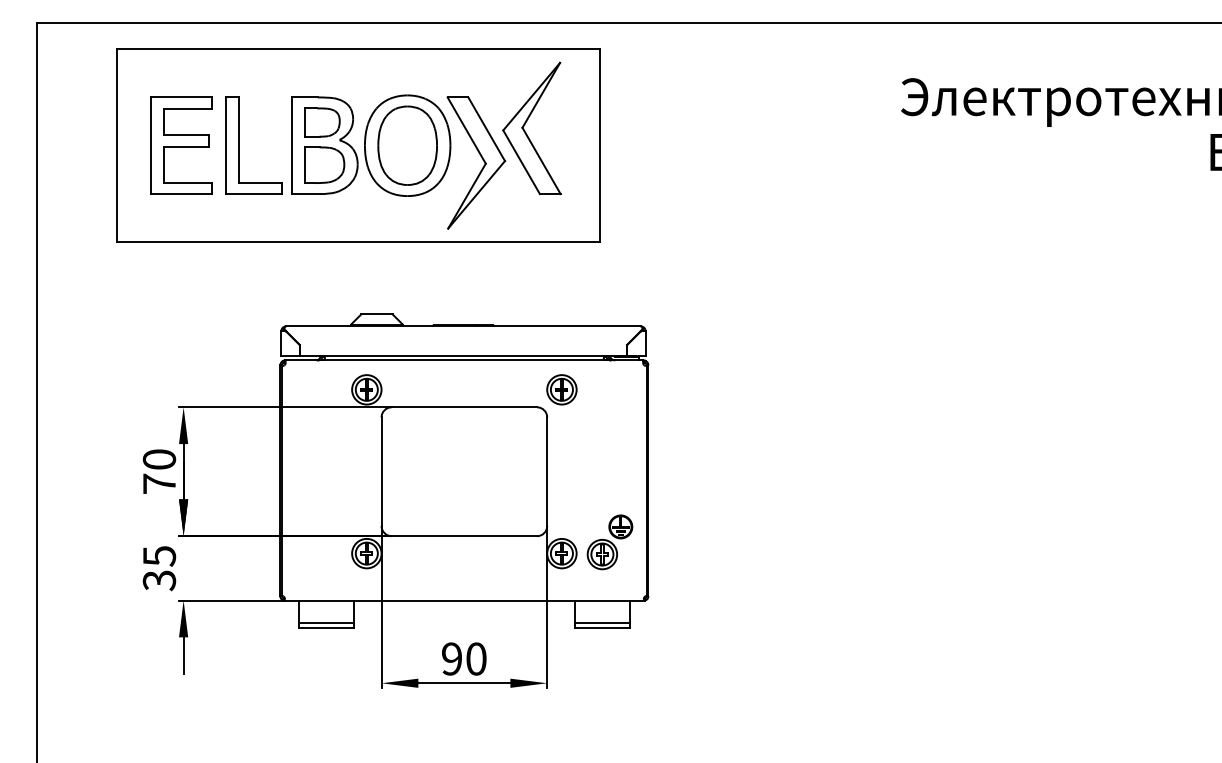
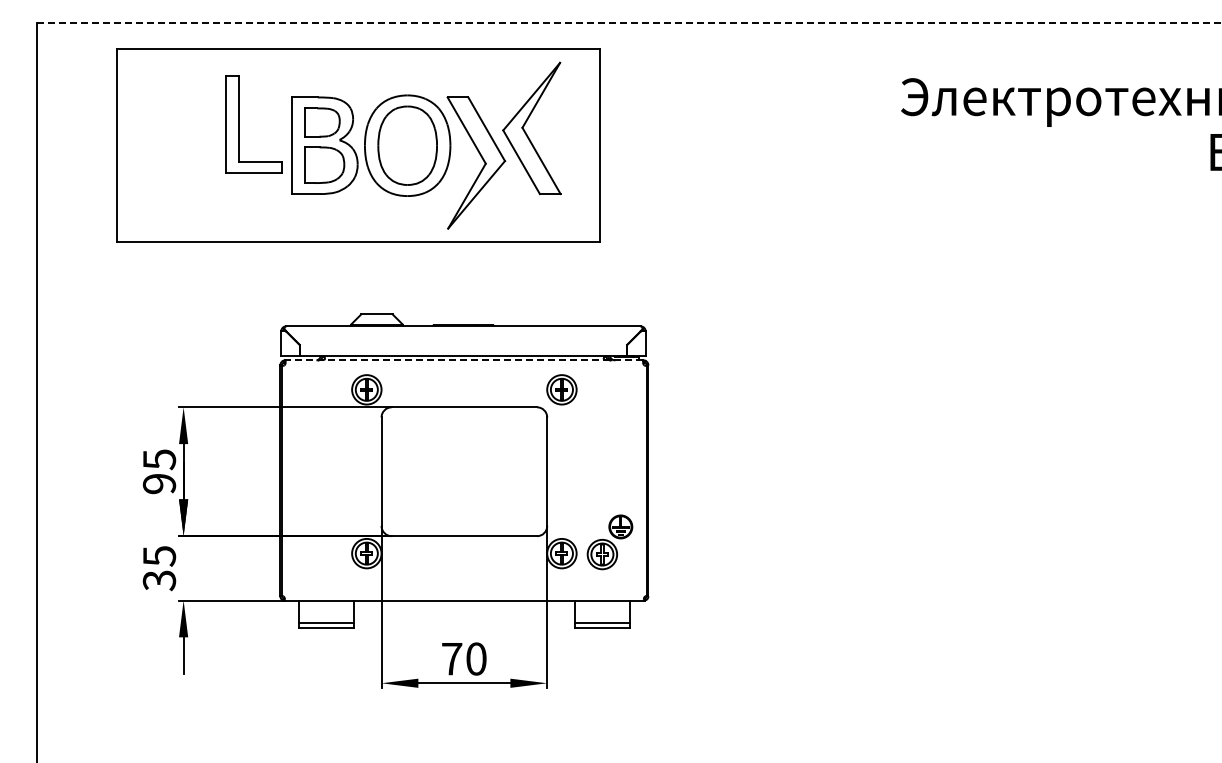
line at (629, 22): solid -> dashed
part at (181, 145): present -> none
part at (239, 145) position: (239, 145) -> (239, 124)
line at (463, 360): solid -> dashed
text at (159, 471): 70 -> 95
text at (452, 658): 90 -> 70
